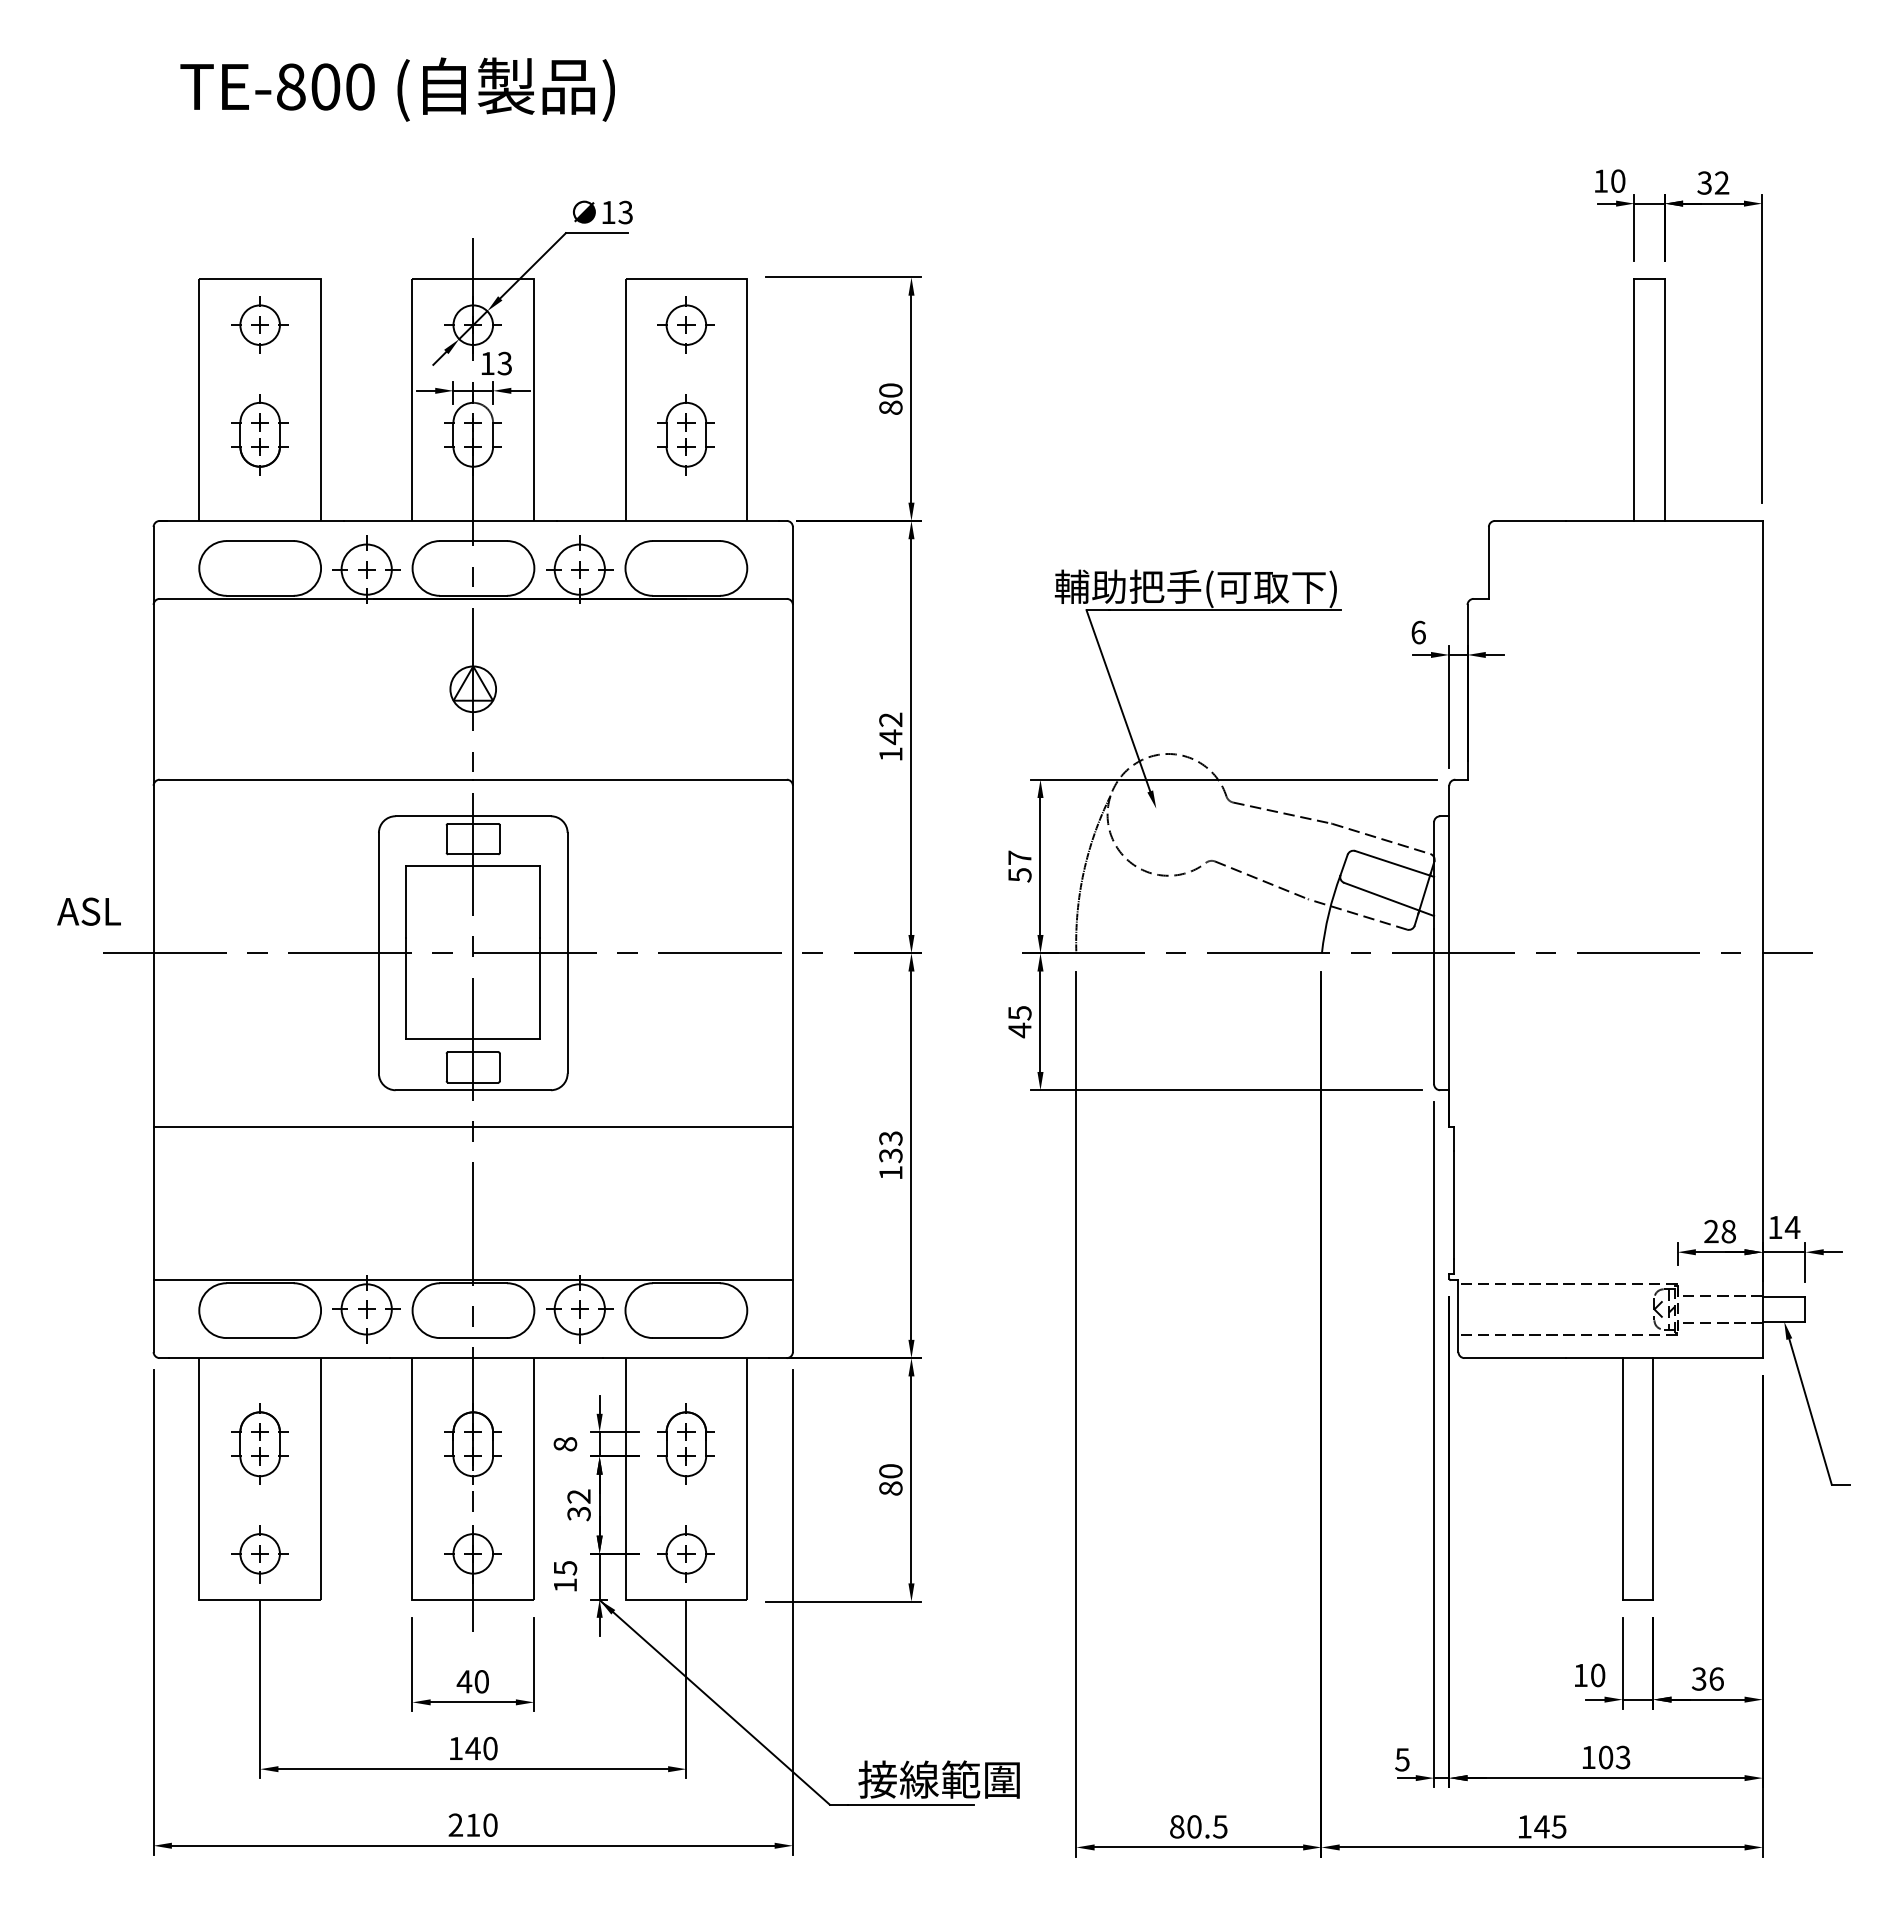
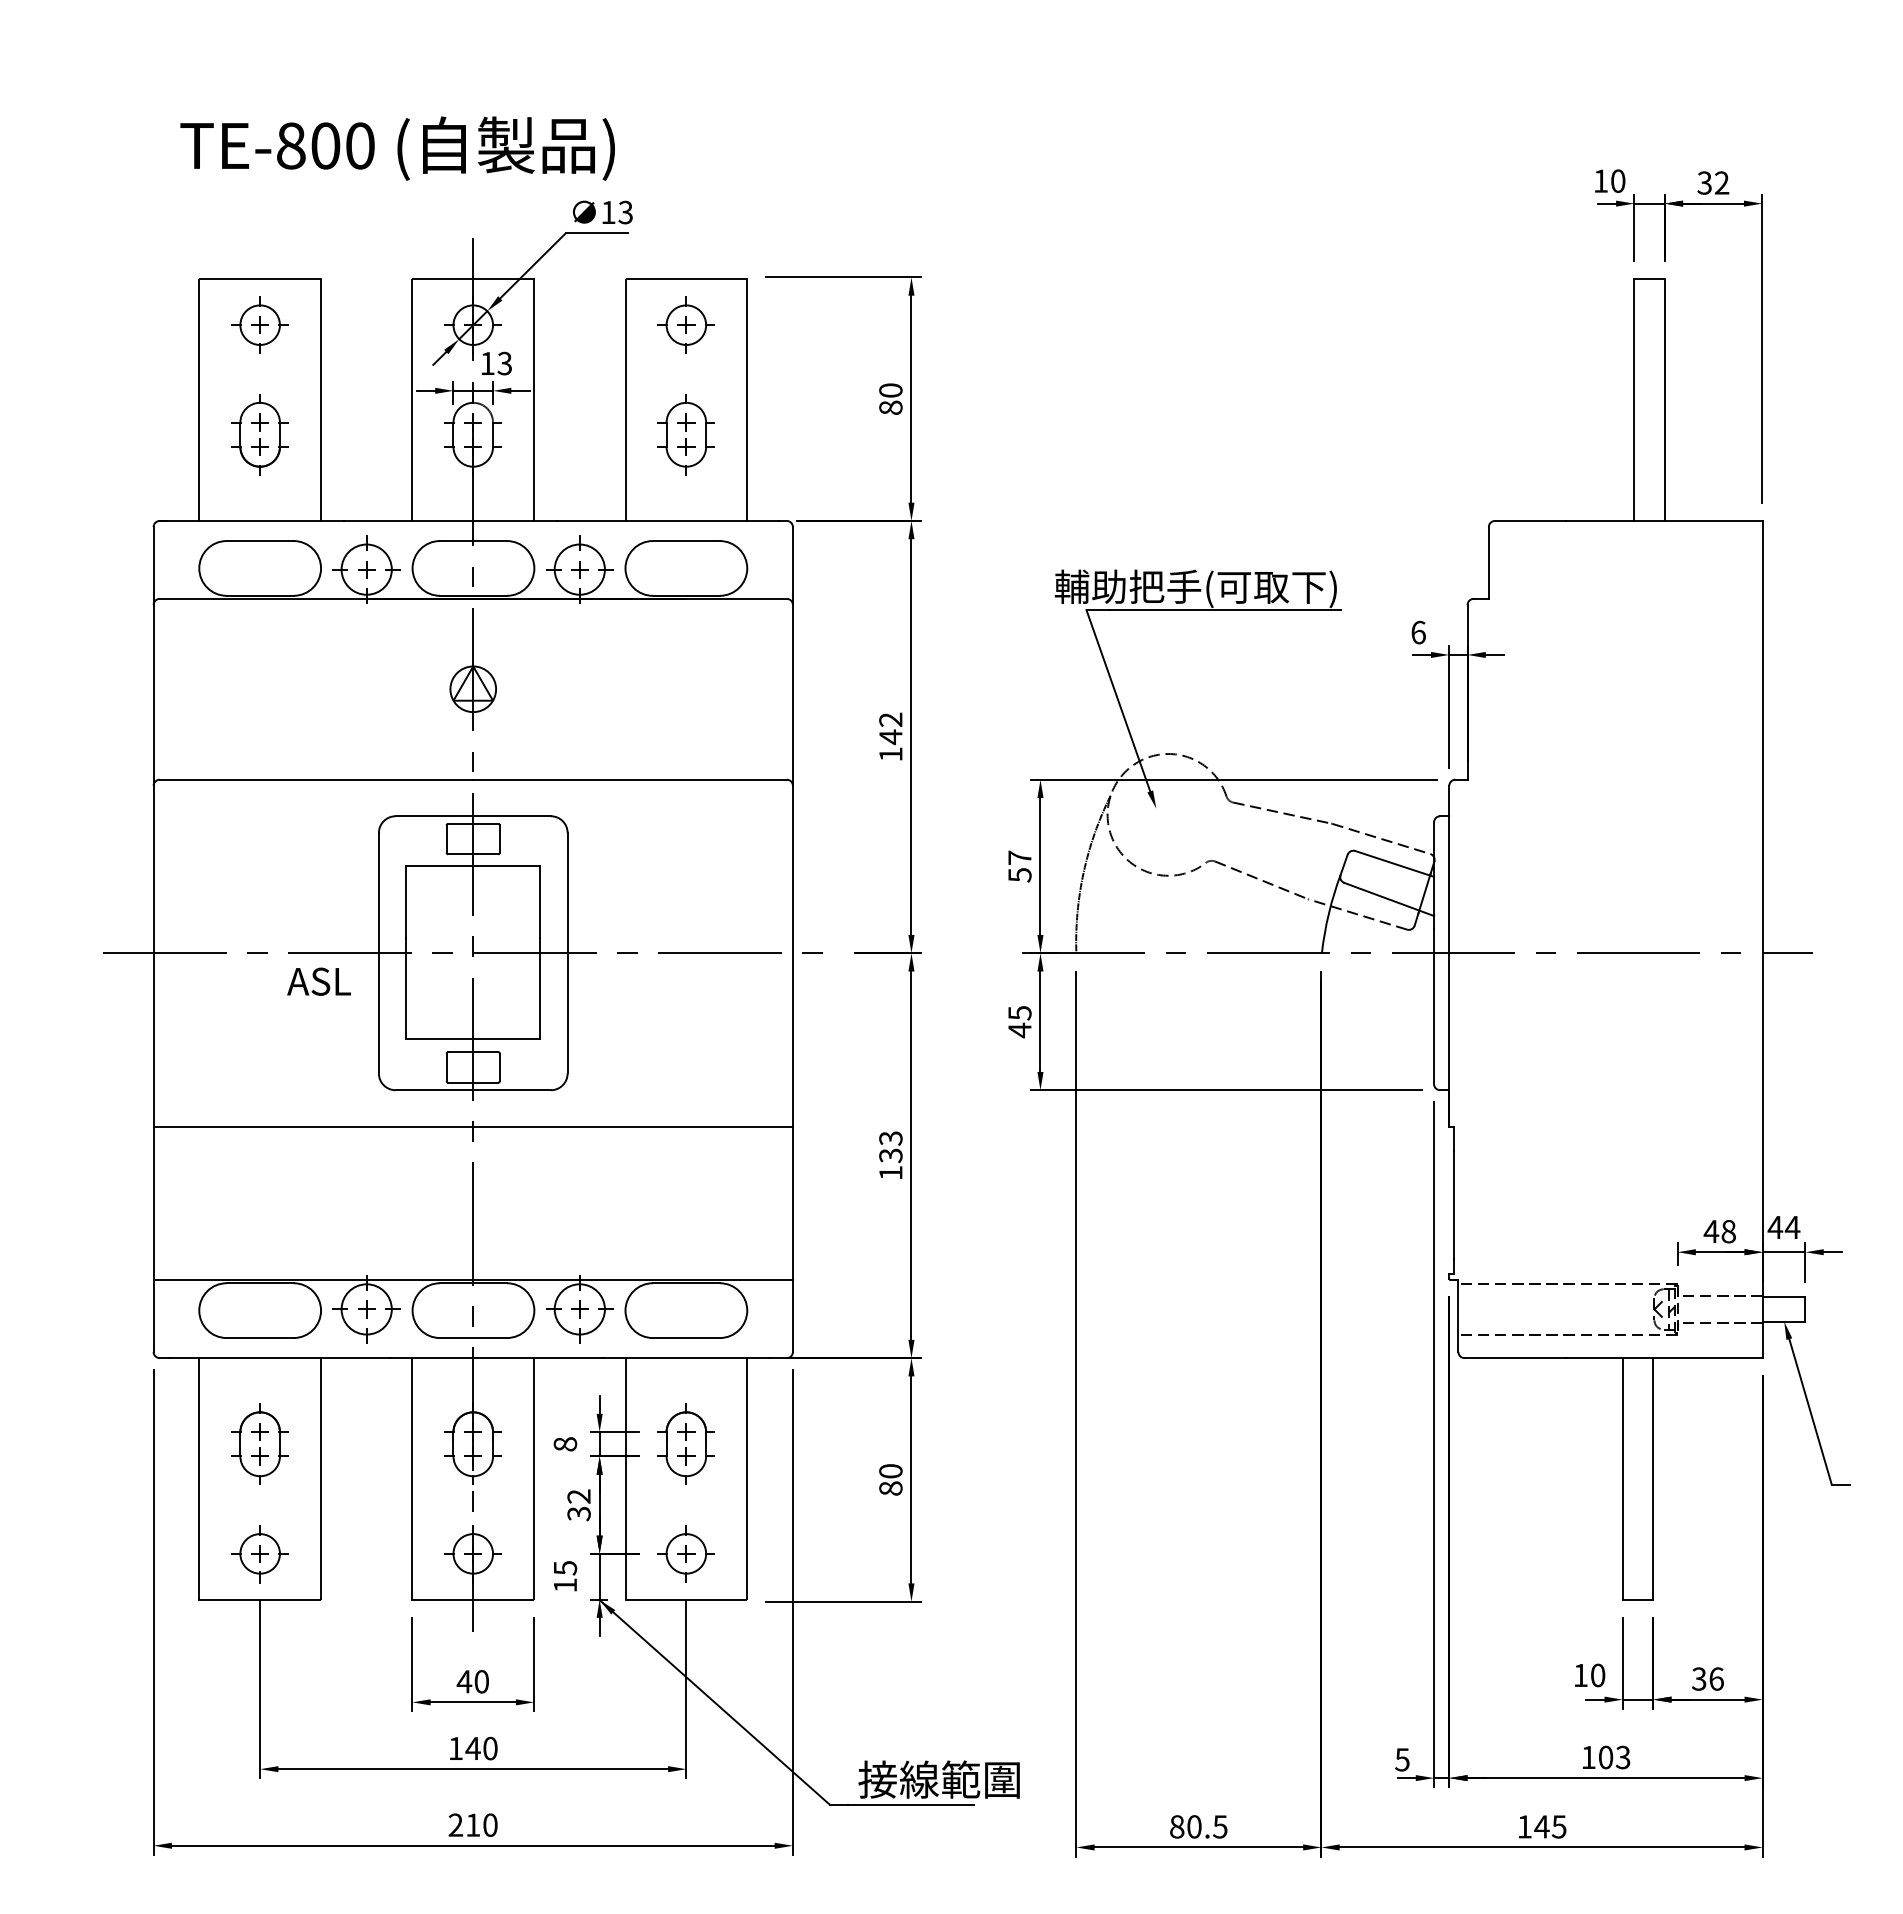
text at (397, 89) position: (397, 89) -> (397, 148)
text at (88, 911) position: (88, 911) -> (318, 981)
text at (1775, 1227): 14 -> 44
text at (1711, 1231): 28 -> 48
